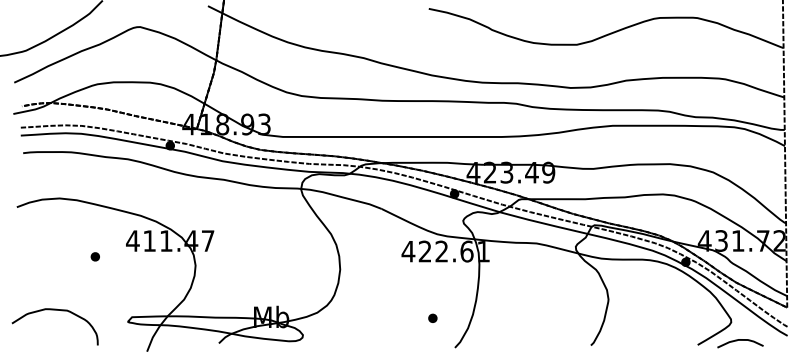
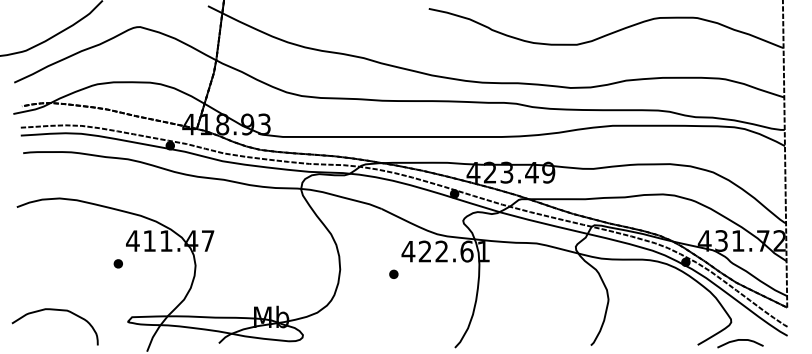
part at (94, 256) position: (94, 256) -> (117, 263)
part at (432, 317) position: (432, 317) -> (393, 273)
